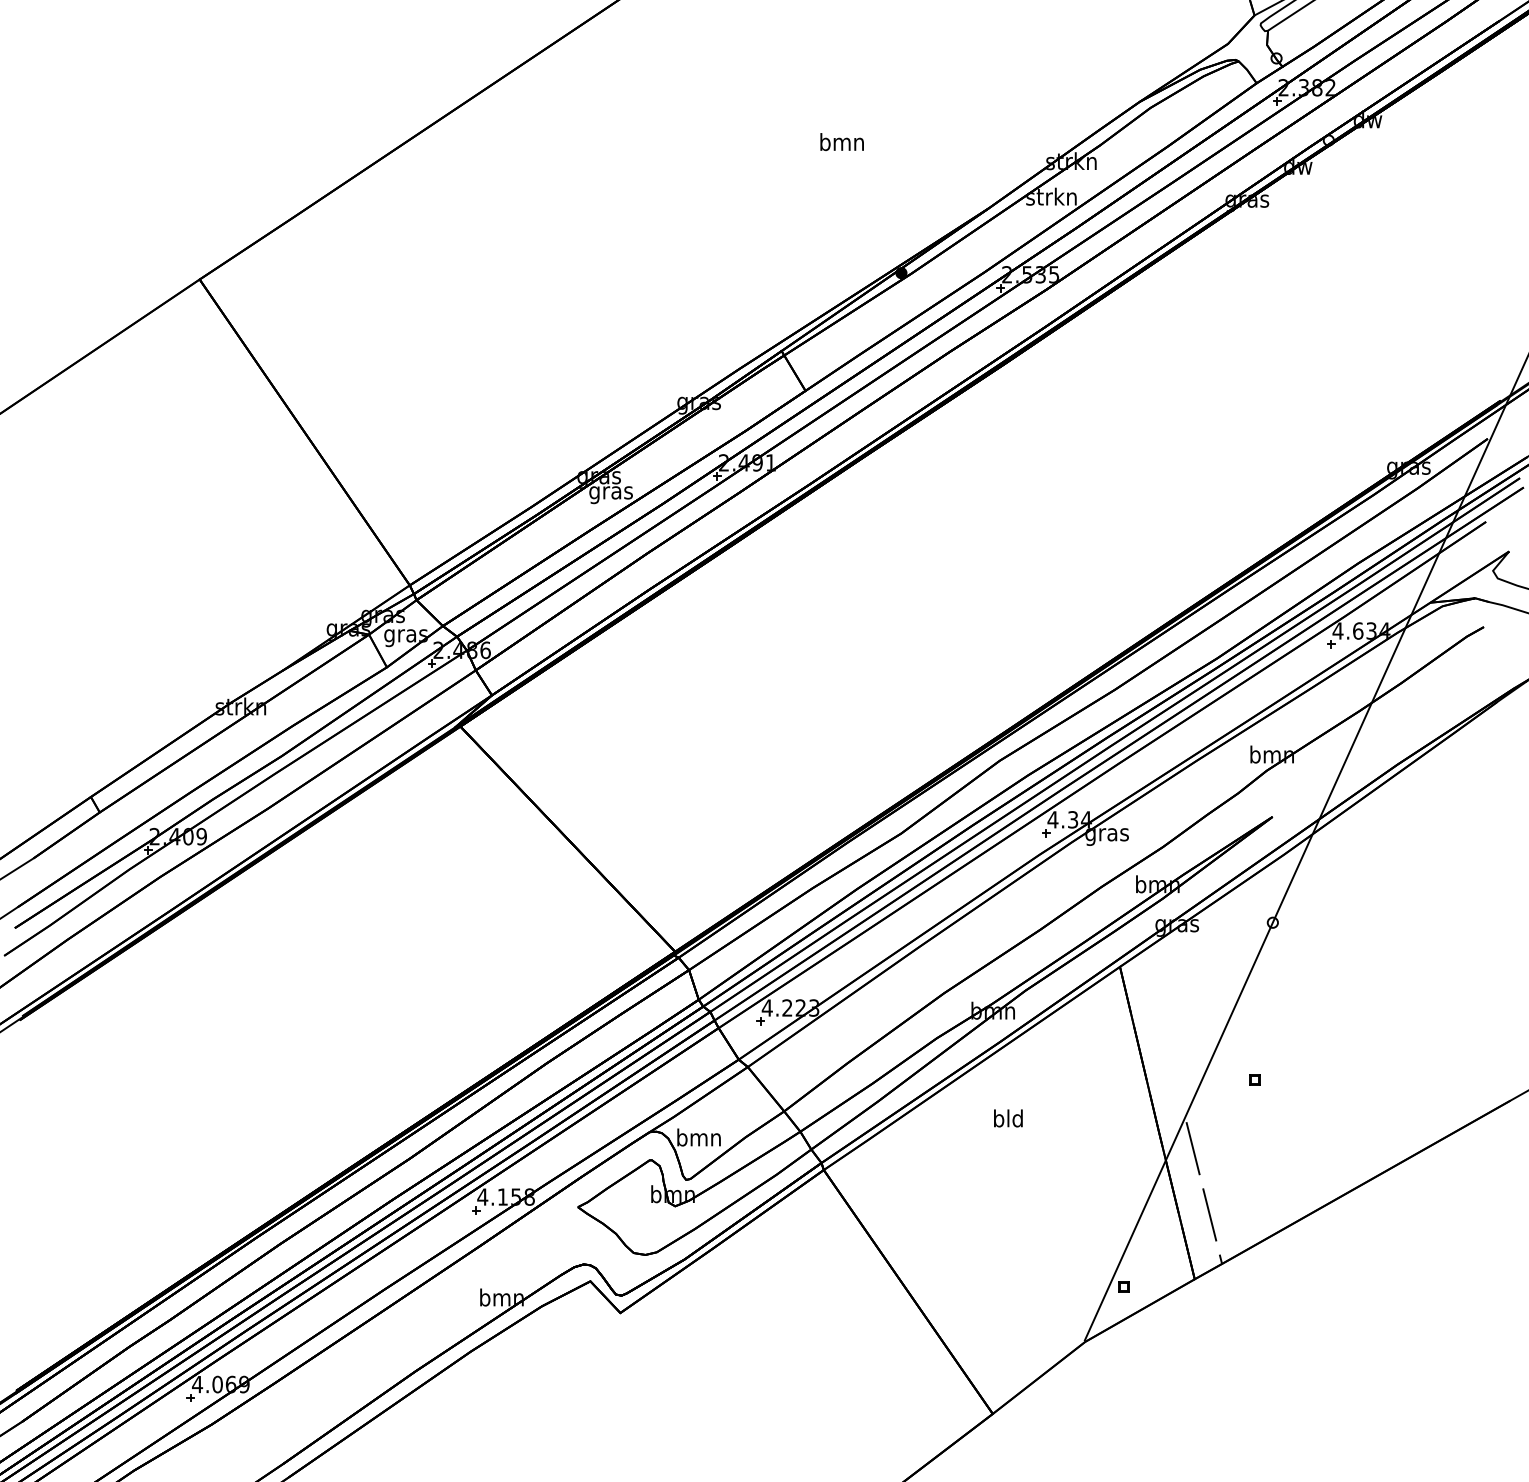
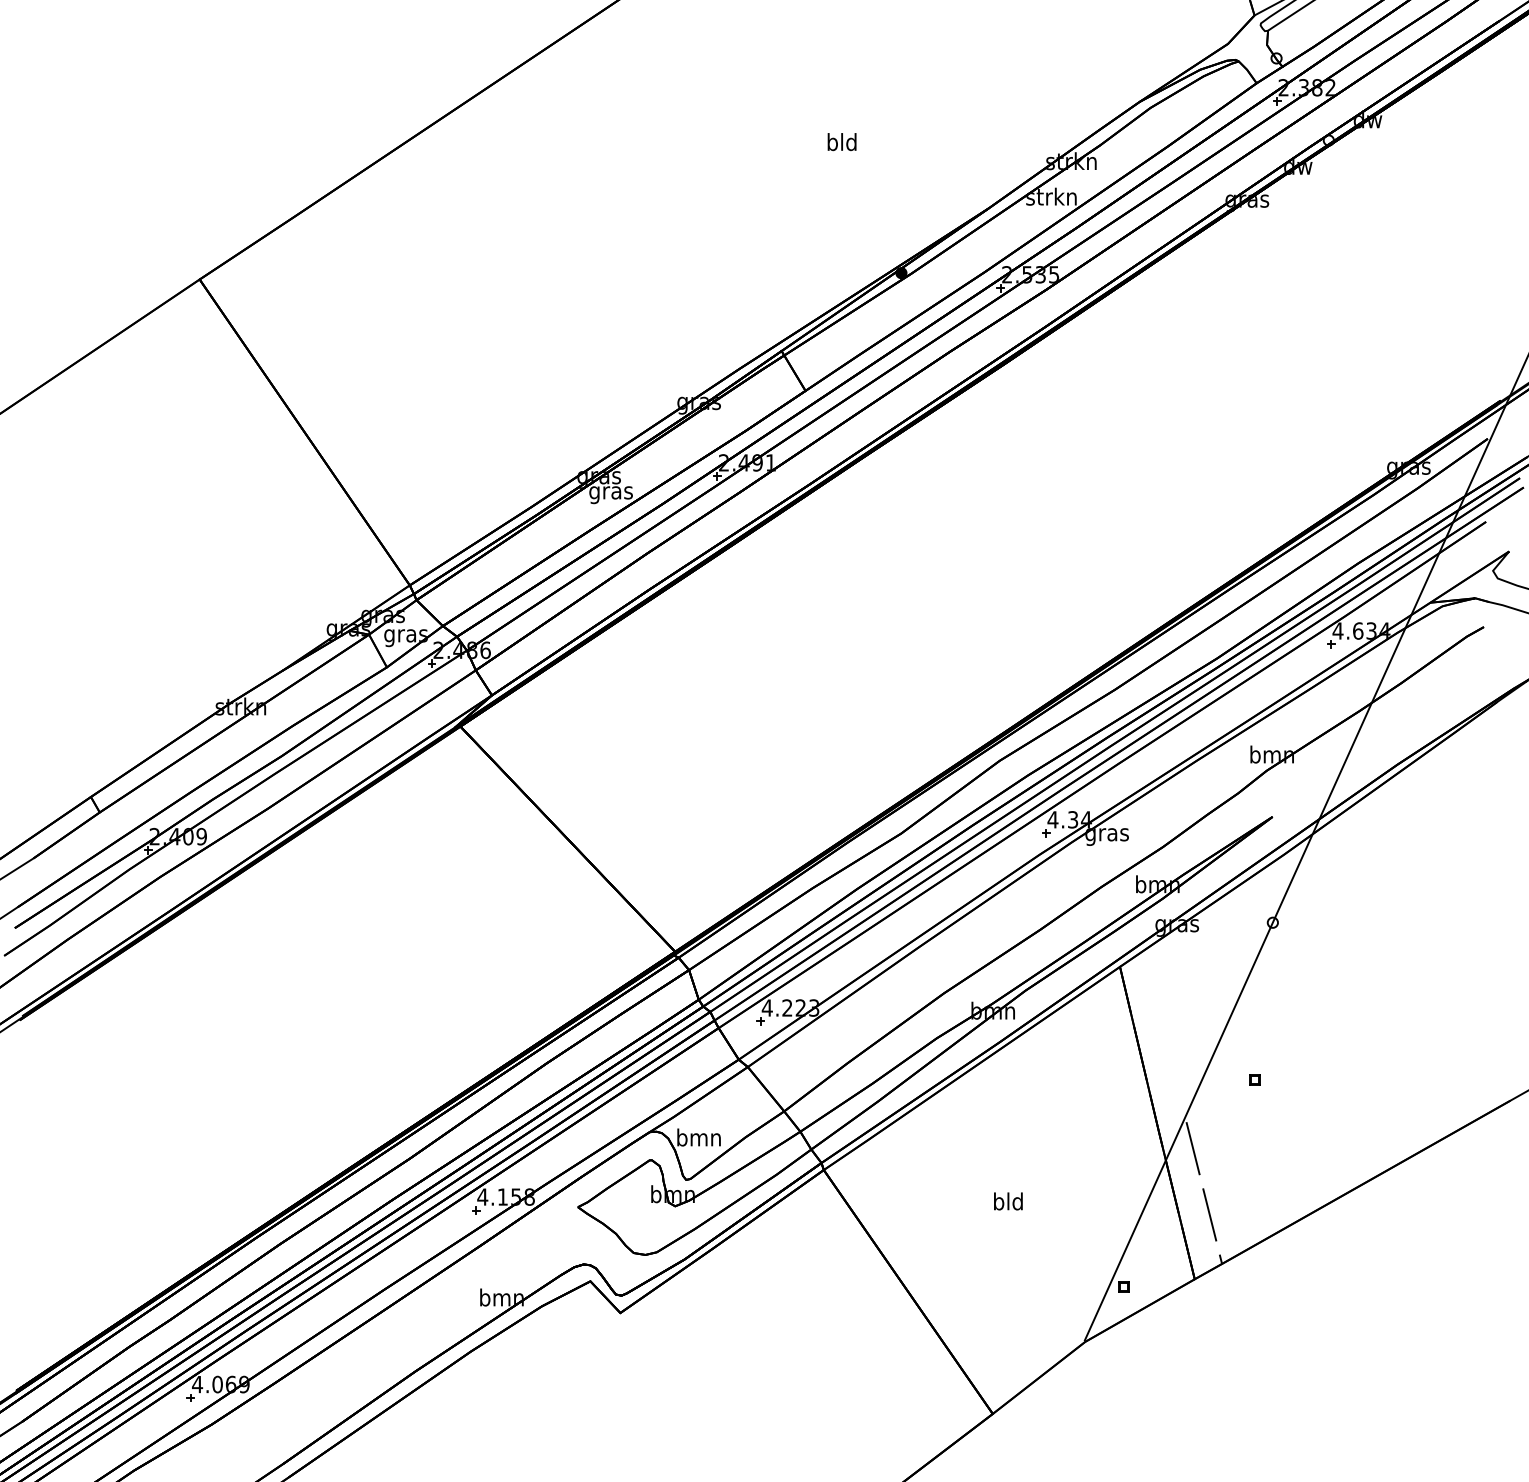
text at (841, 142): bmn -> bld
text at (1008, 1118) position: (1008, 1118) -> (1008, 1201)
